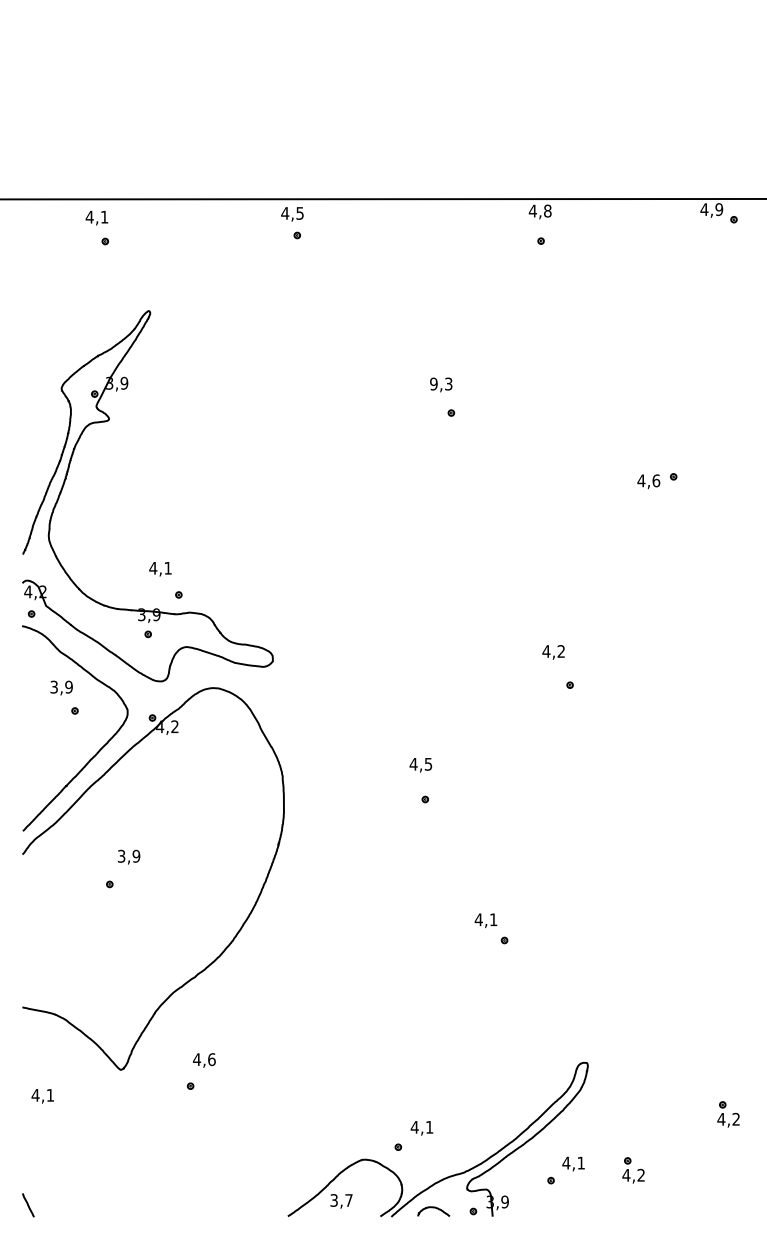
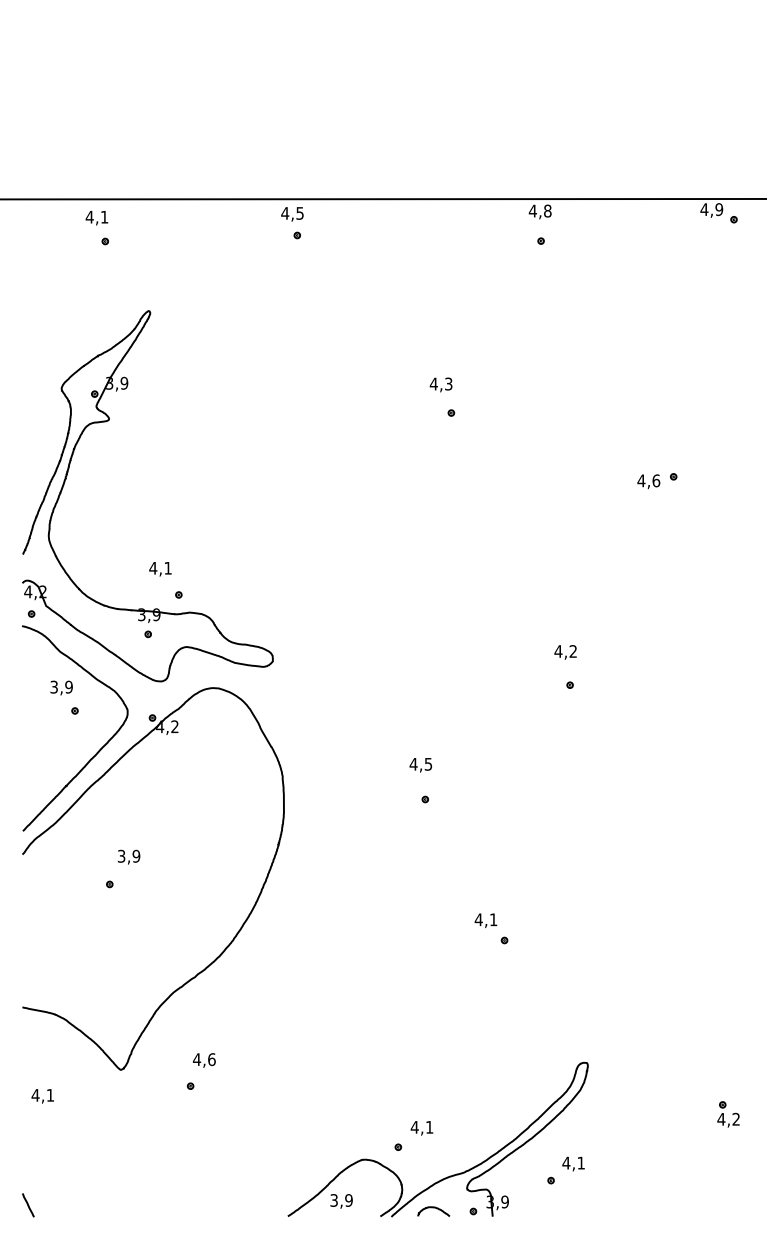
text at (433, 383): 9,3 -> 4,3
text at (553, 652) position: (553, 652) -> (565, 652)
part at (633, 1170): present -> none
text at (348, 1200): 3,7 -> 3,9
